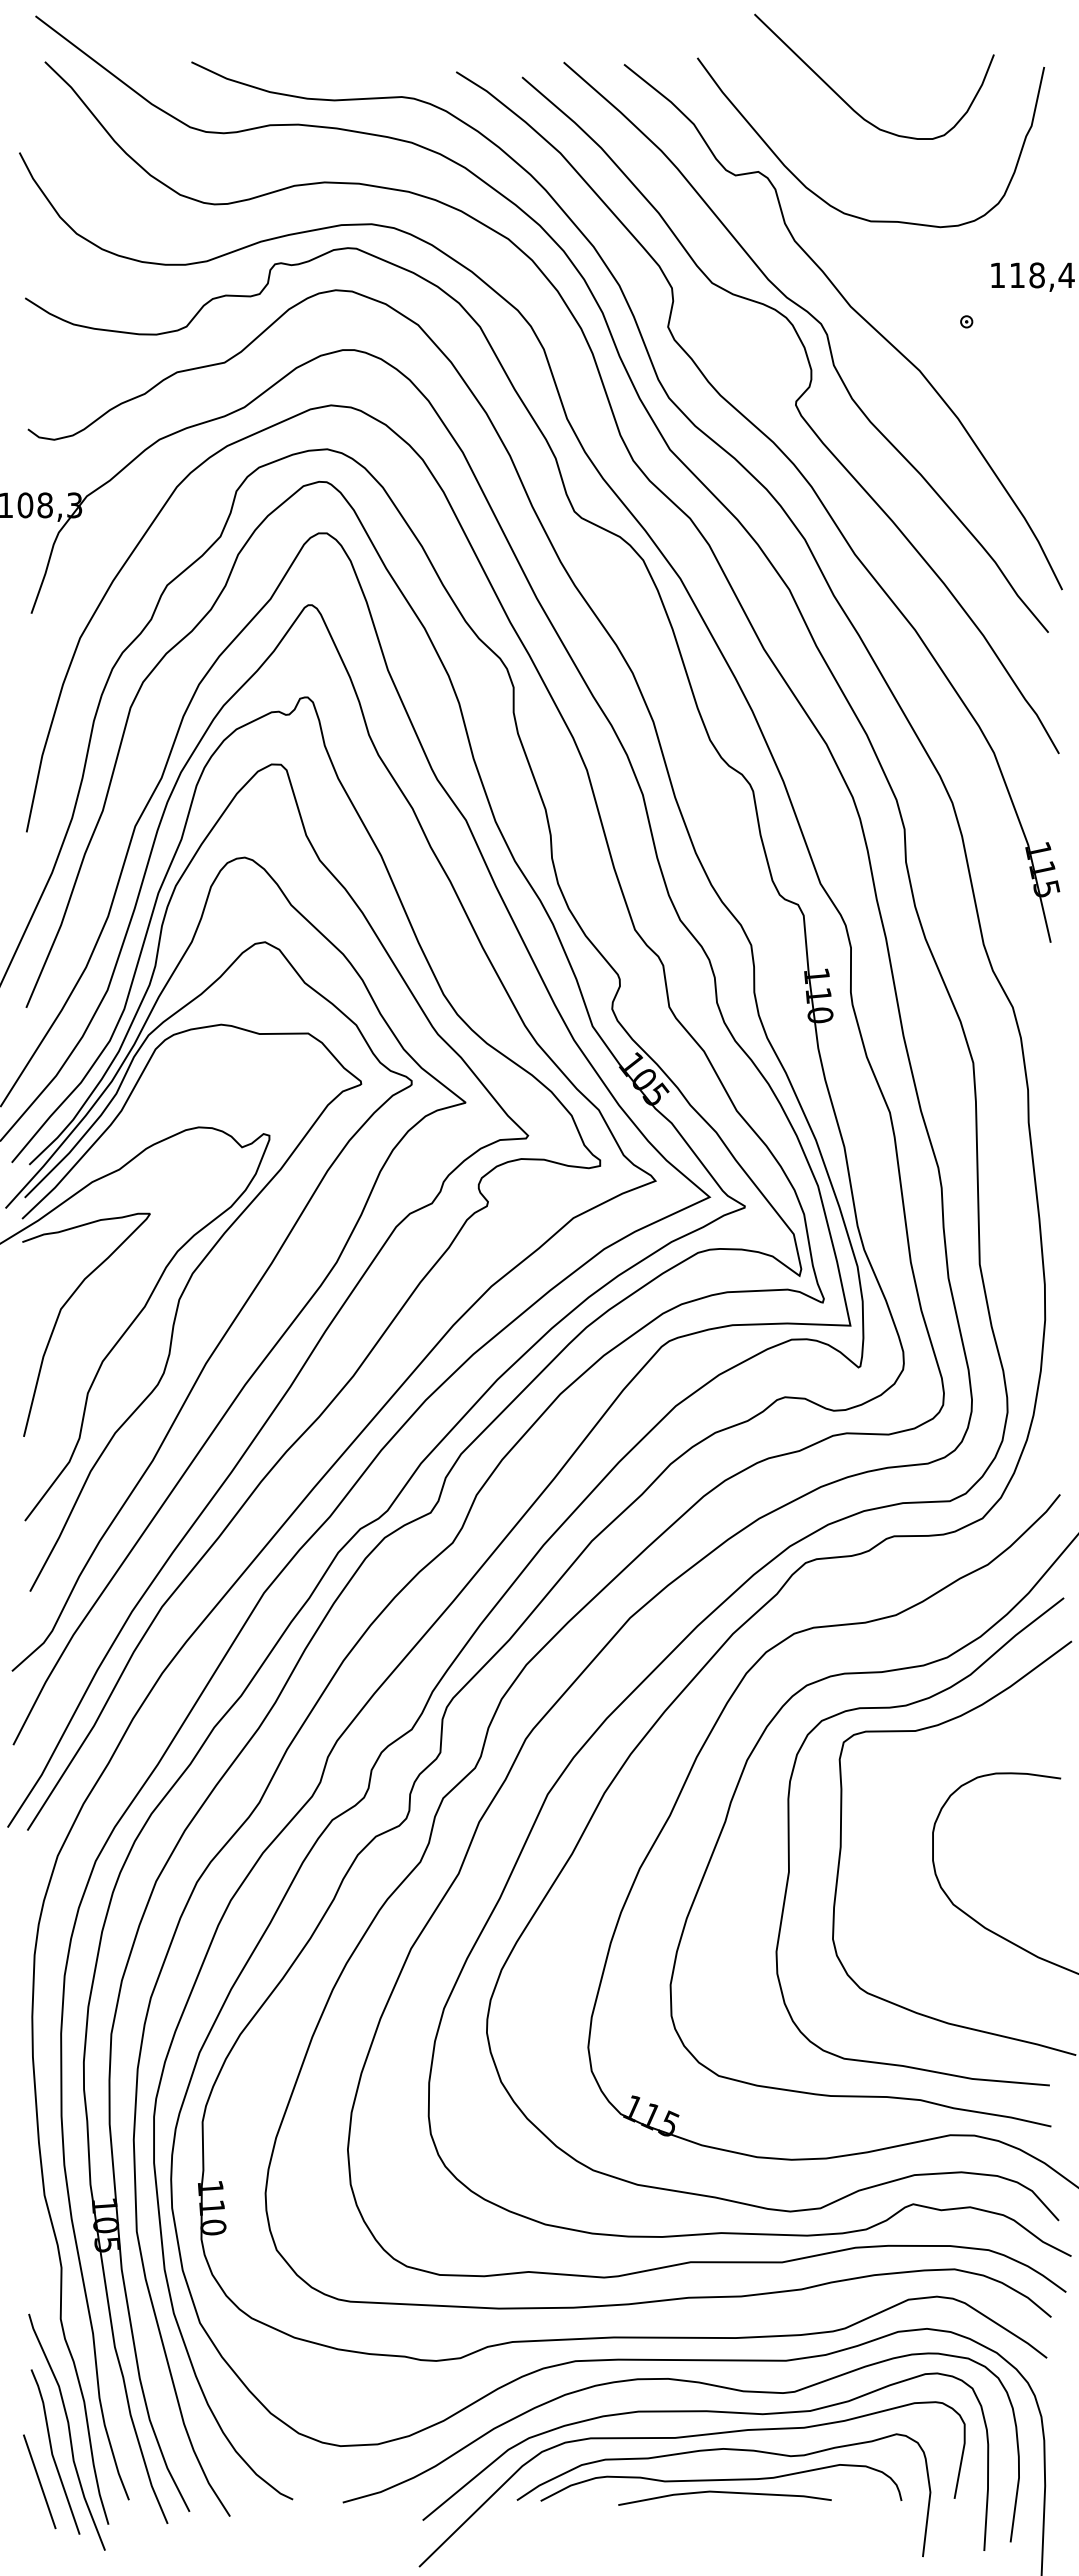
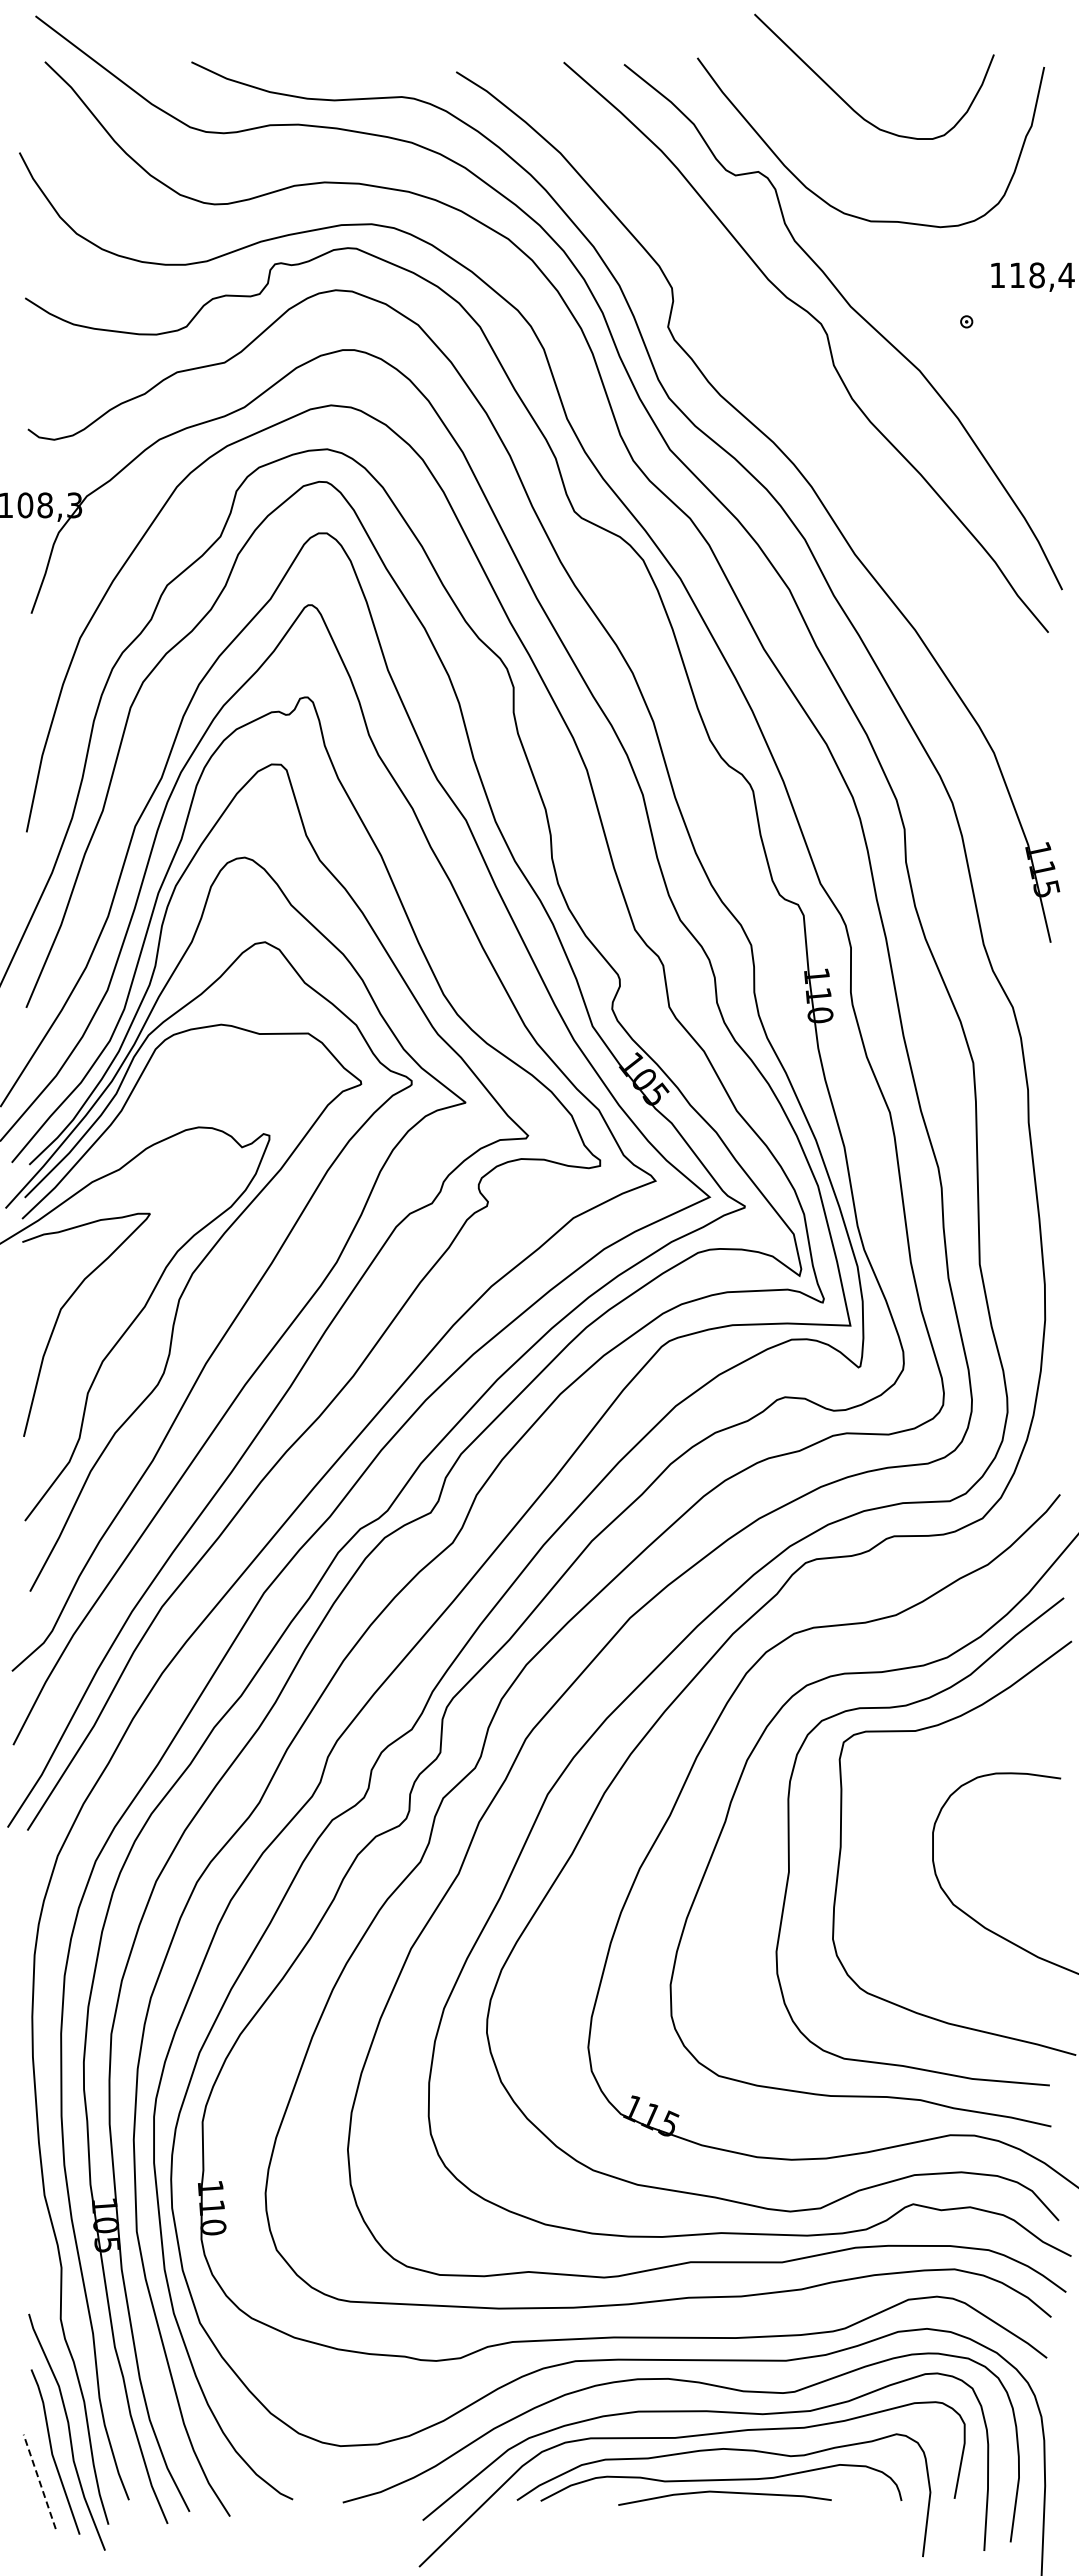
curve at (798, 412): present -> none
line at (39, 2481): solid -> dashed
